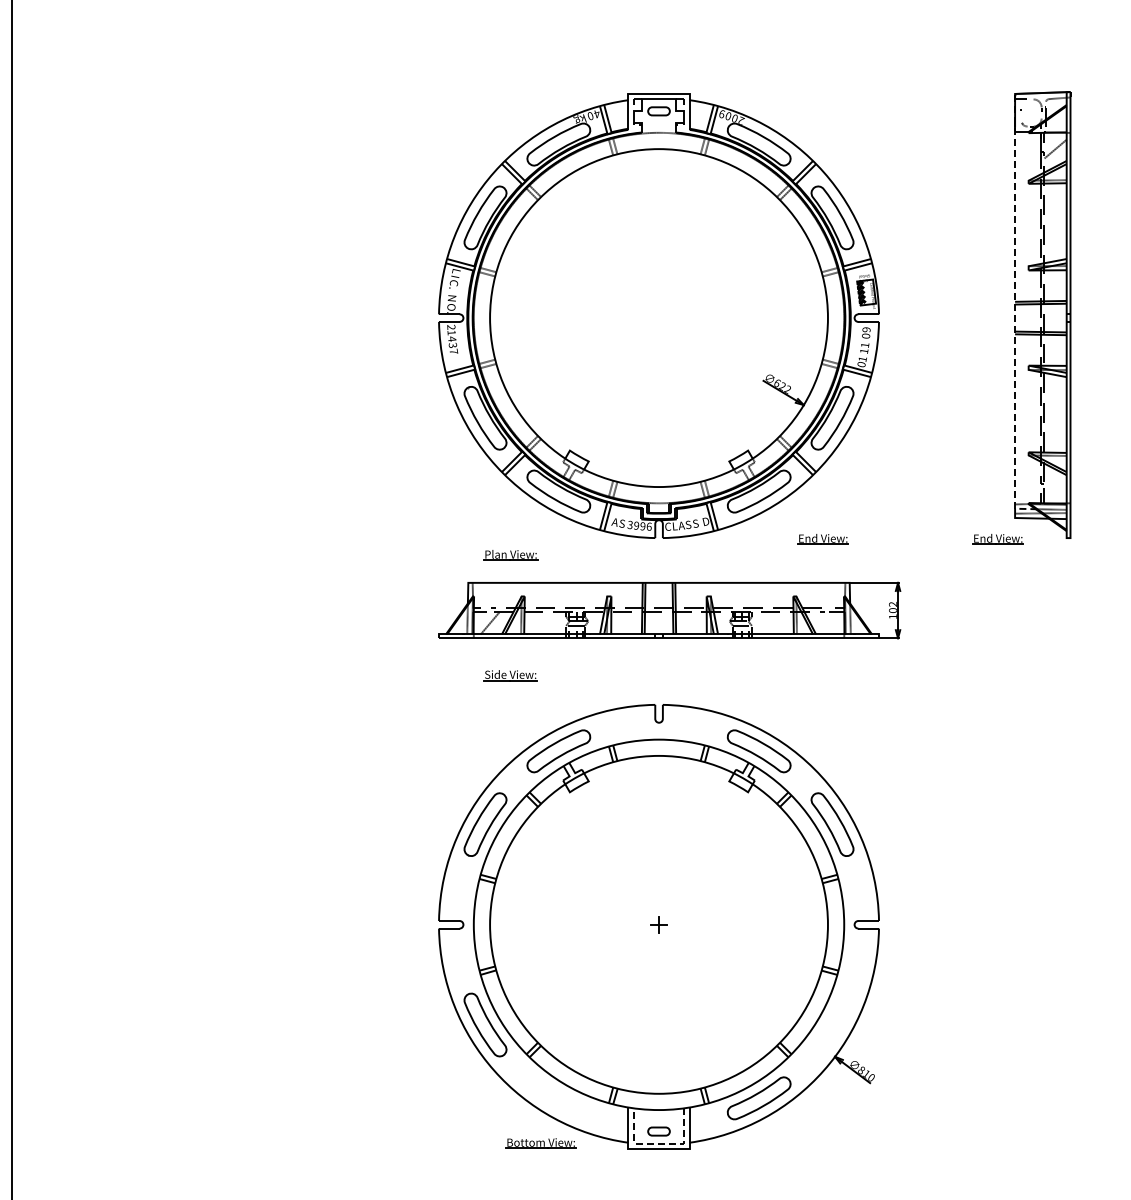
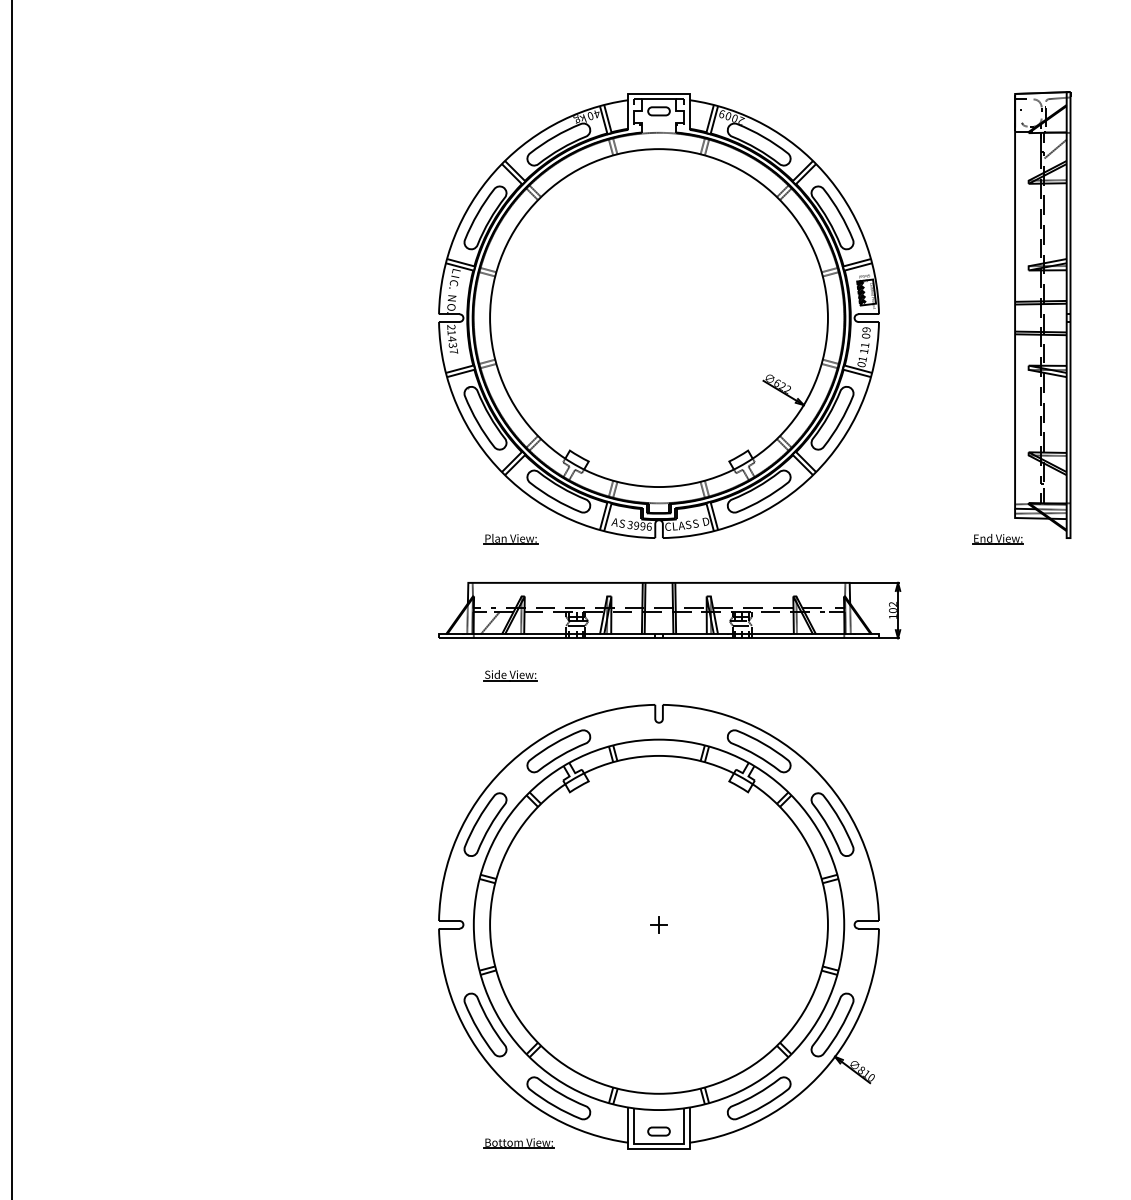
line at (1015, 312): dashed -> solid
part at (822, 539): present -> none
part at (510, 555) position: (510, 555) -> (510, 539)
part at (832, 1024): none -> present
part at (558, 1098): none -> present
part at (540, 1143) position: (540, 1143) -> (518, 1143)
line at (658, 1143): dashed -> solid
